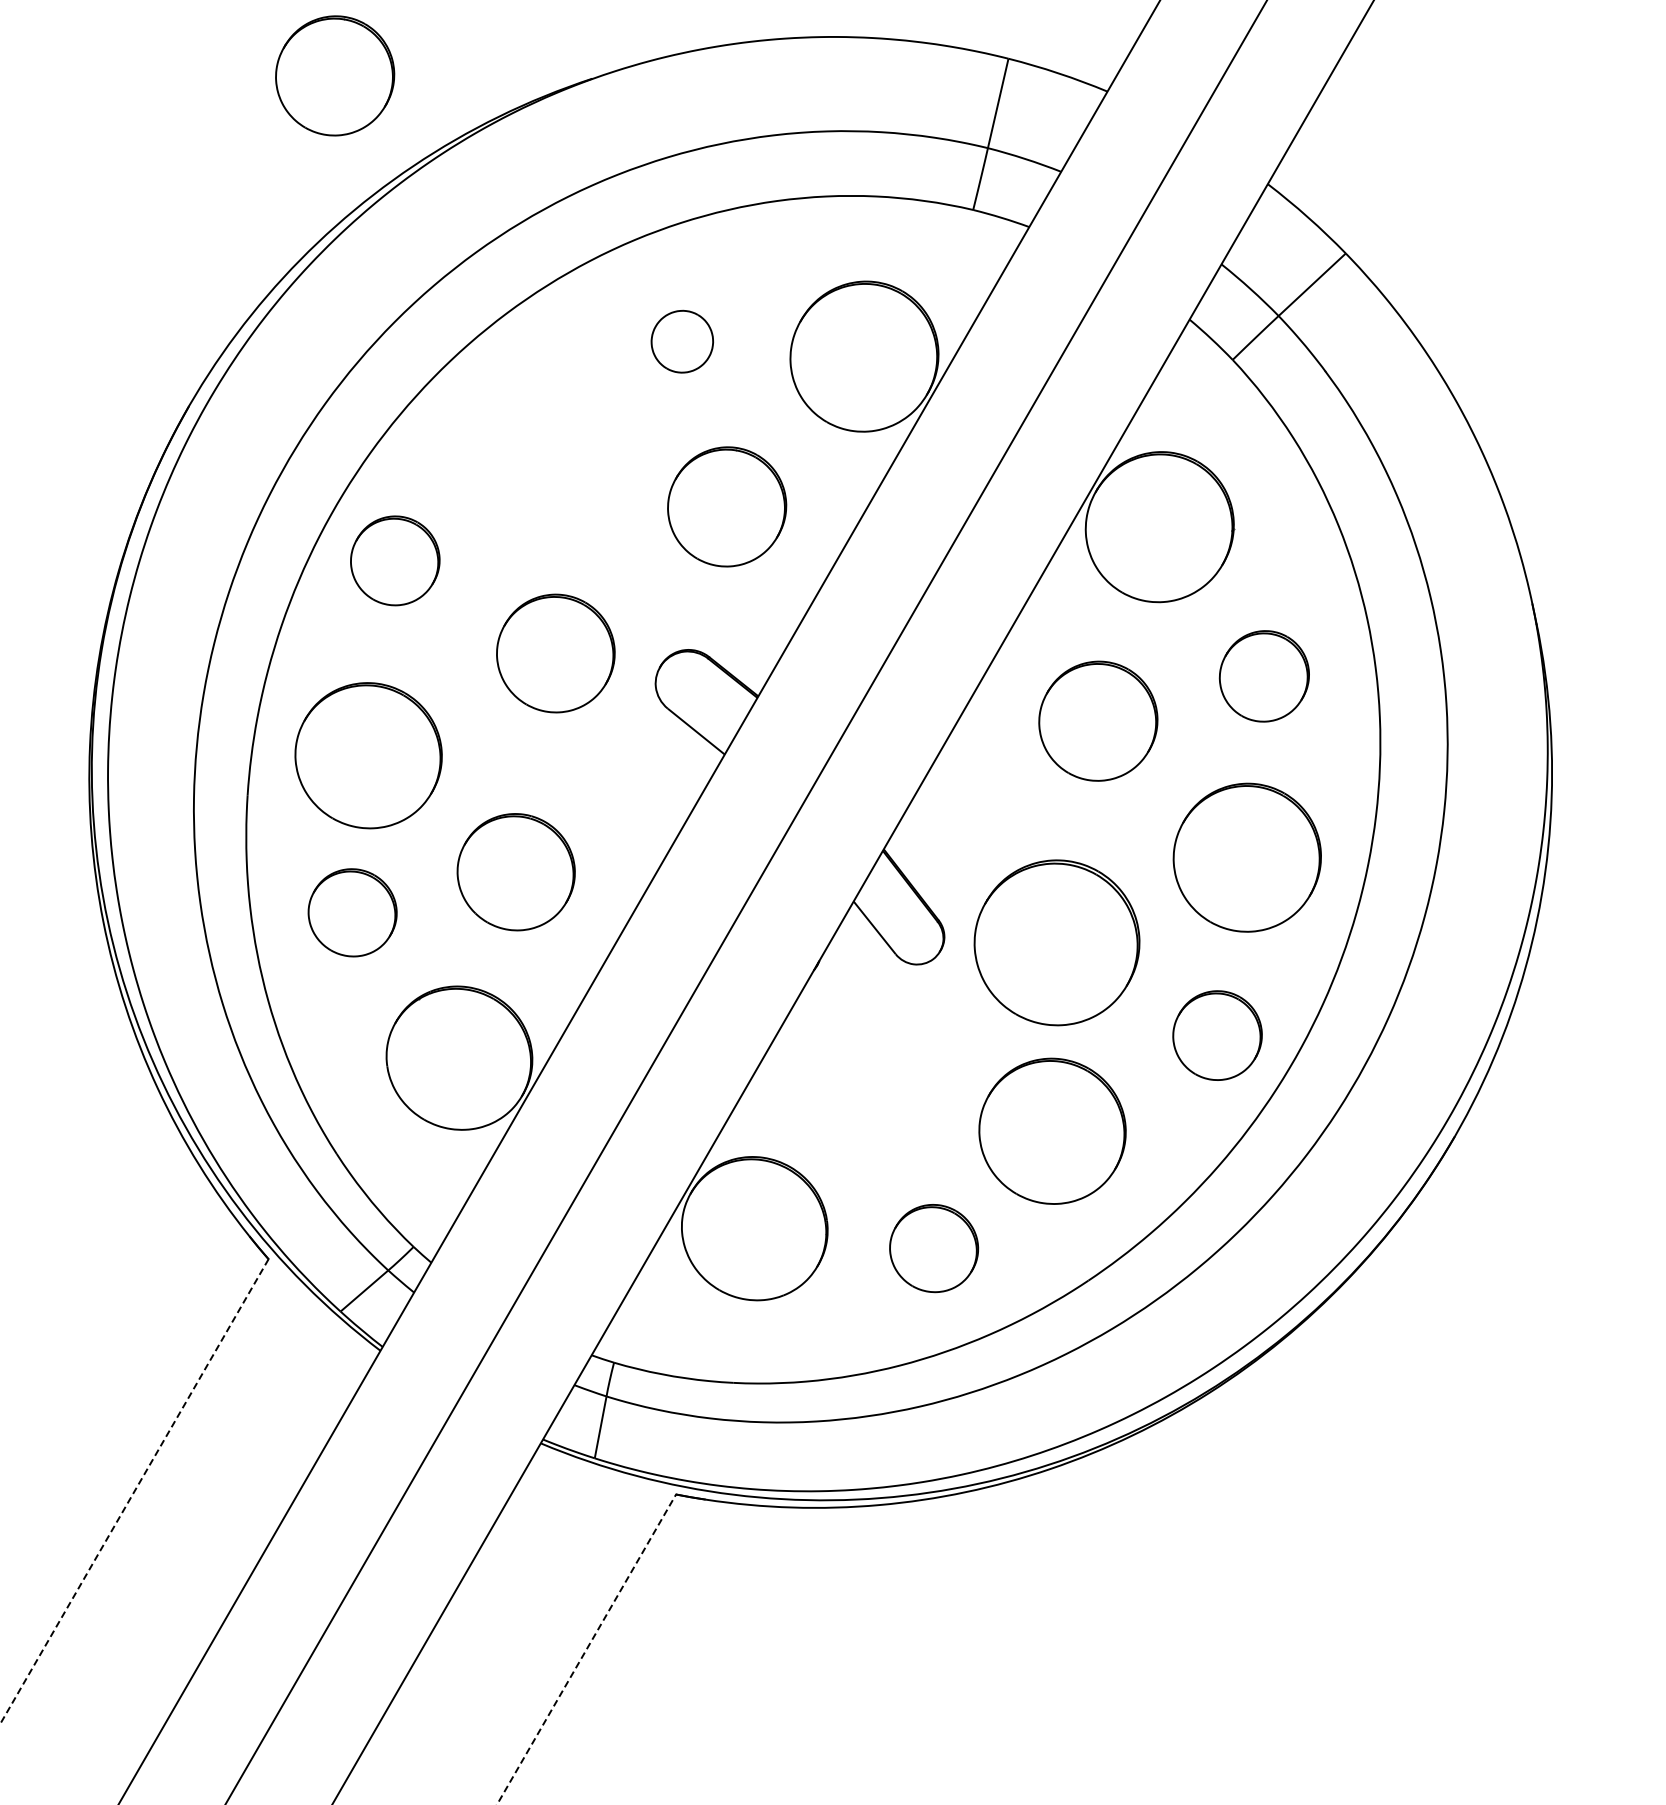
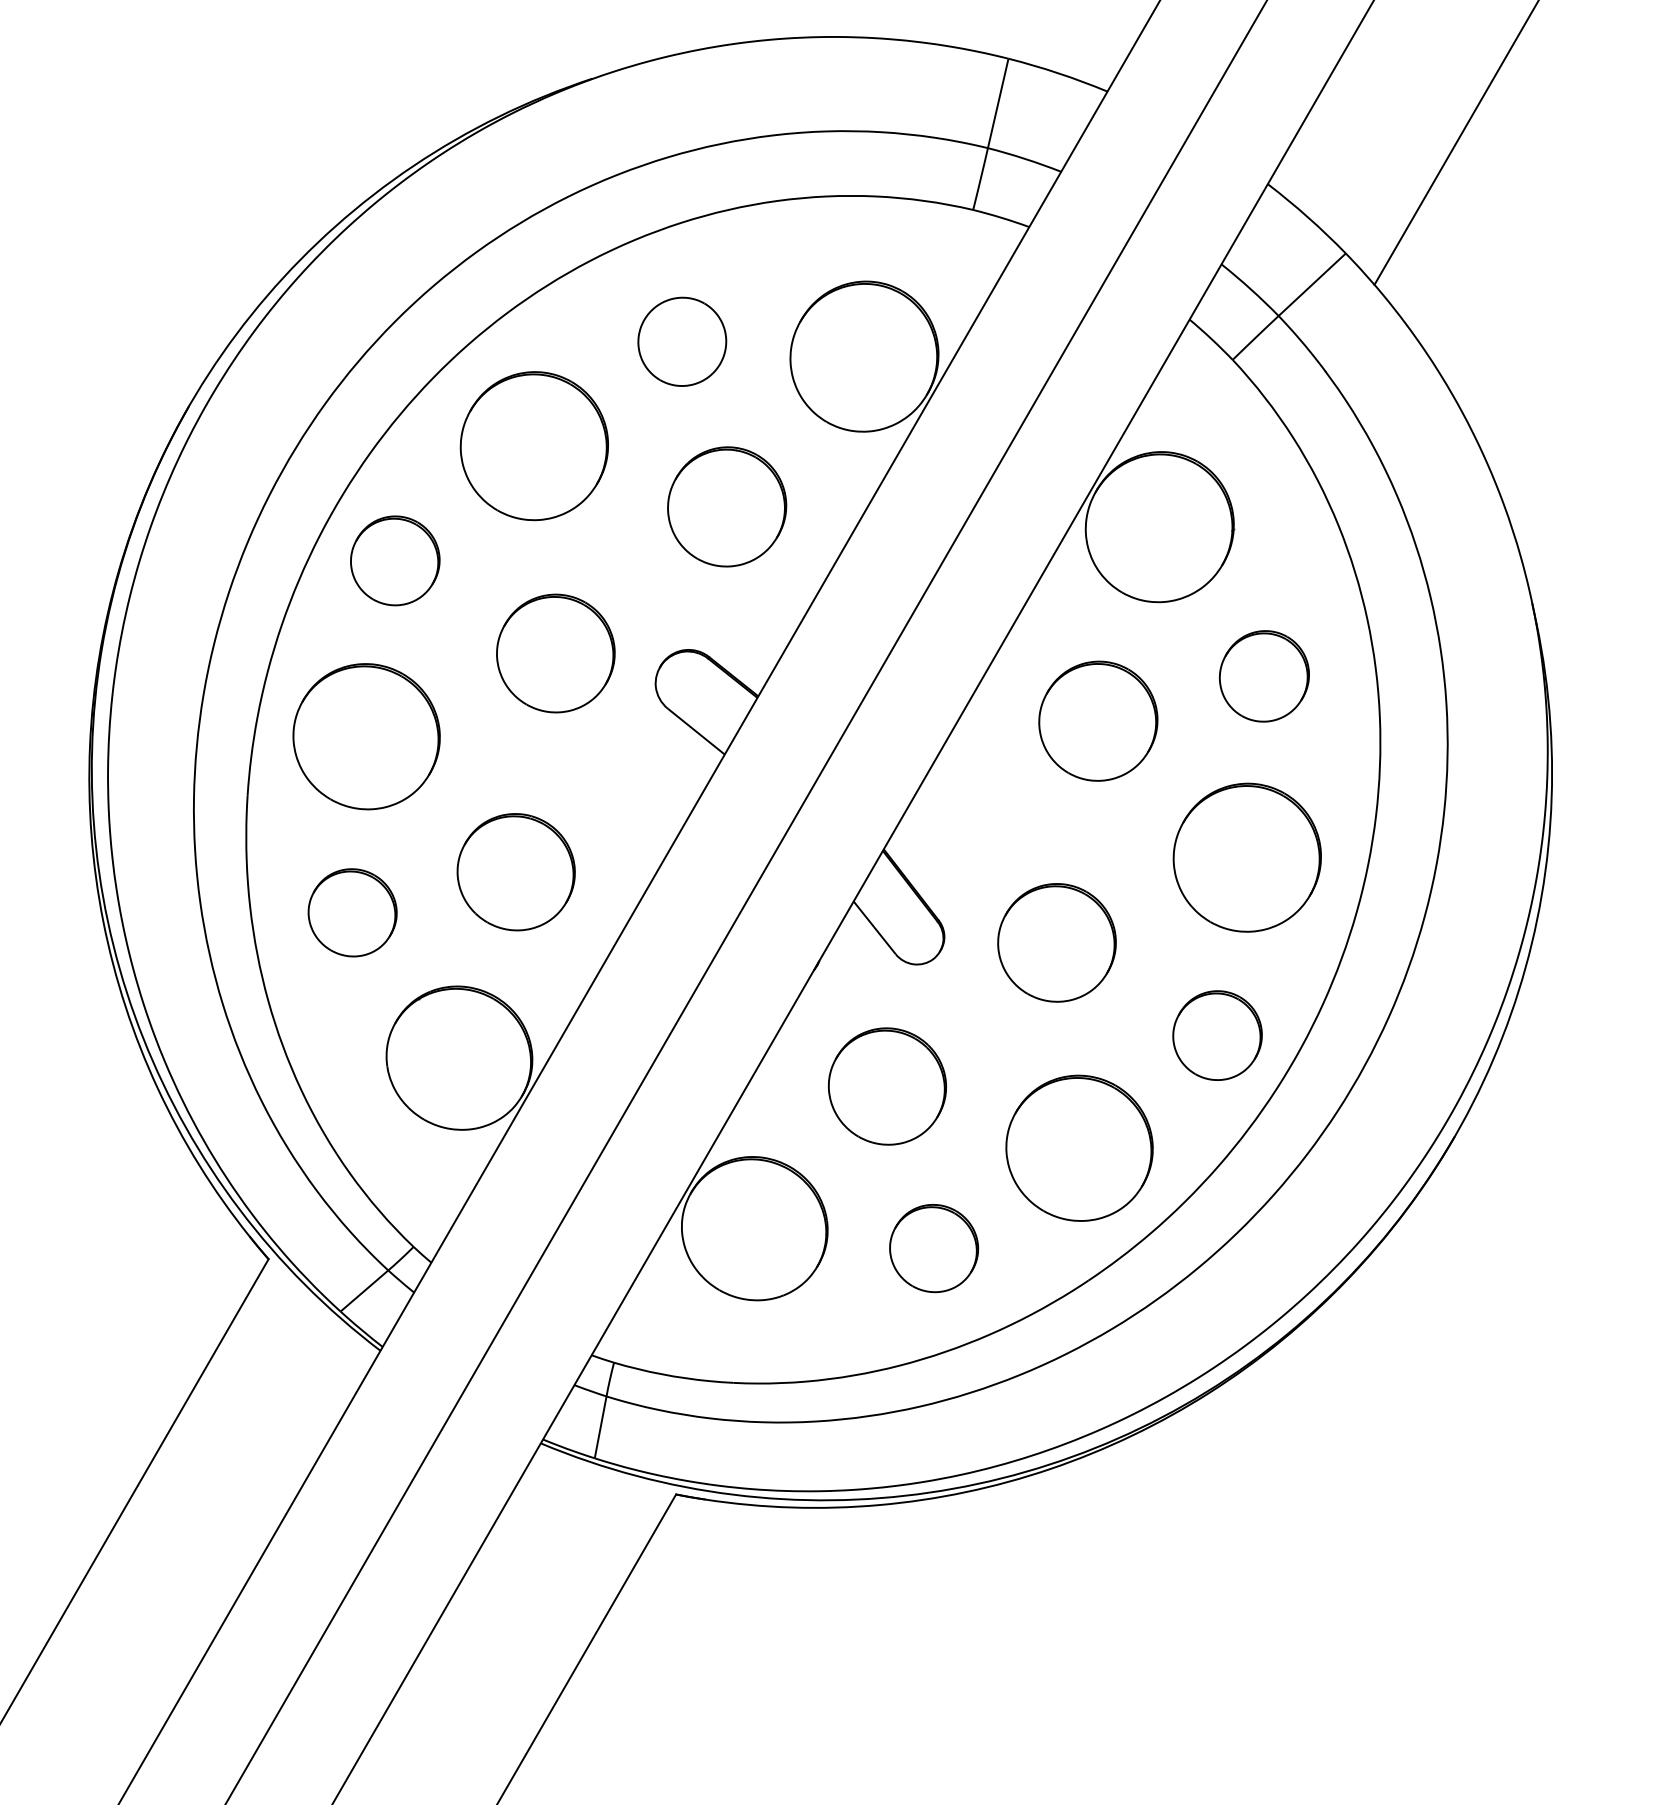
part at (335, 75): present -> none
line at (1455, 143): none -> present
part at (682, 341) size: 65x65 px -> 91x91 px
part at (533, 446): none -> present
part at (368, 755) position: (368, 755) -> (366, 736)
part at (1056, 942) size: 168x168 px -> 120x120 px
part at (886, 1086): none -> present
part at (1052, 1130) position: (1052, 1130) -> (1079, 1147)
line at (134, 1492): dashed -> solid
line at (586, 1649): dashed -> solid
